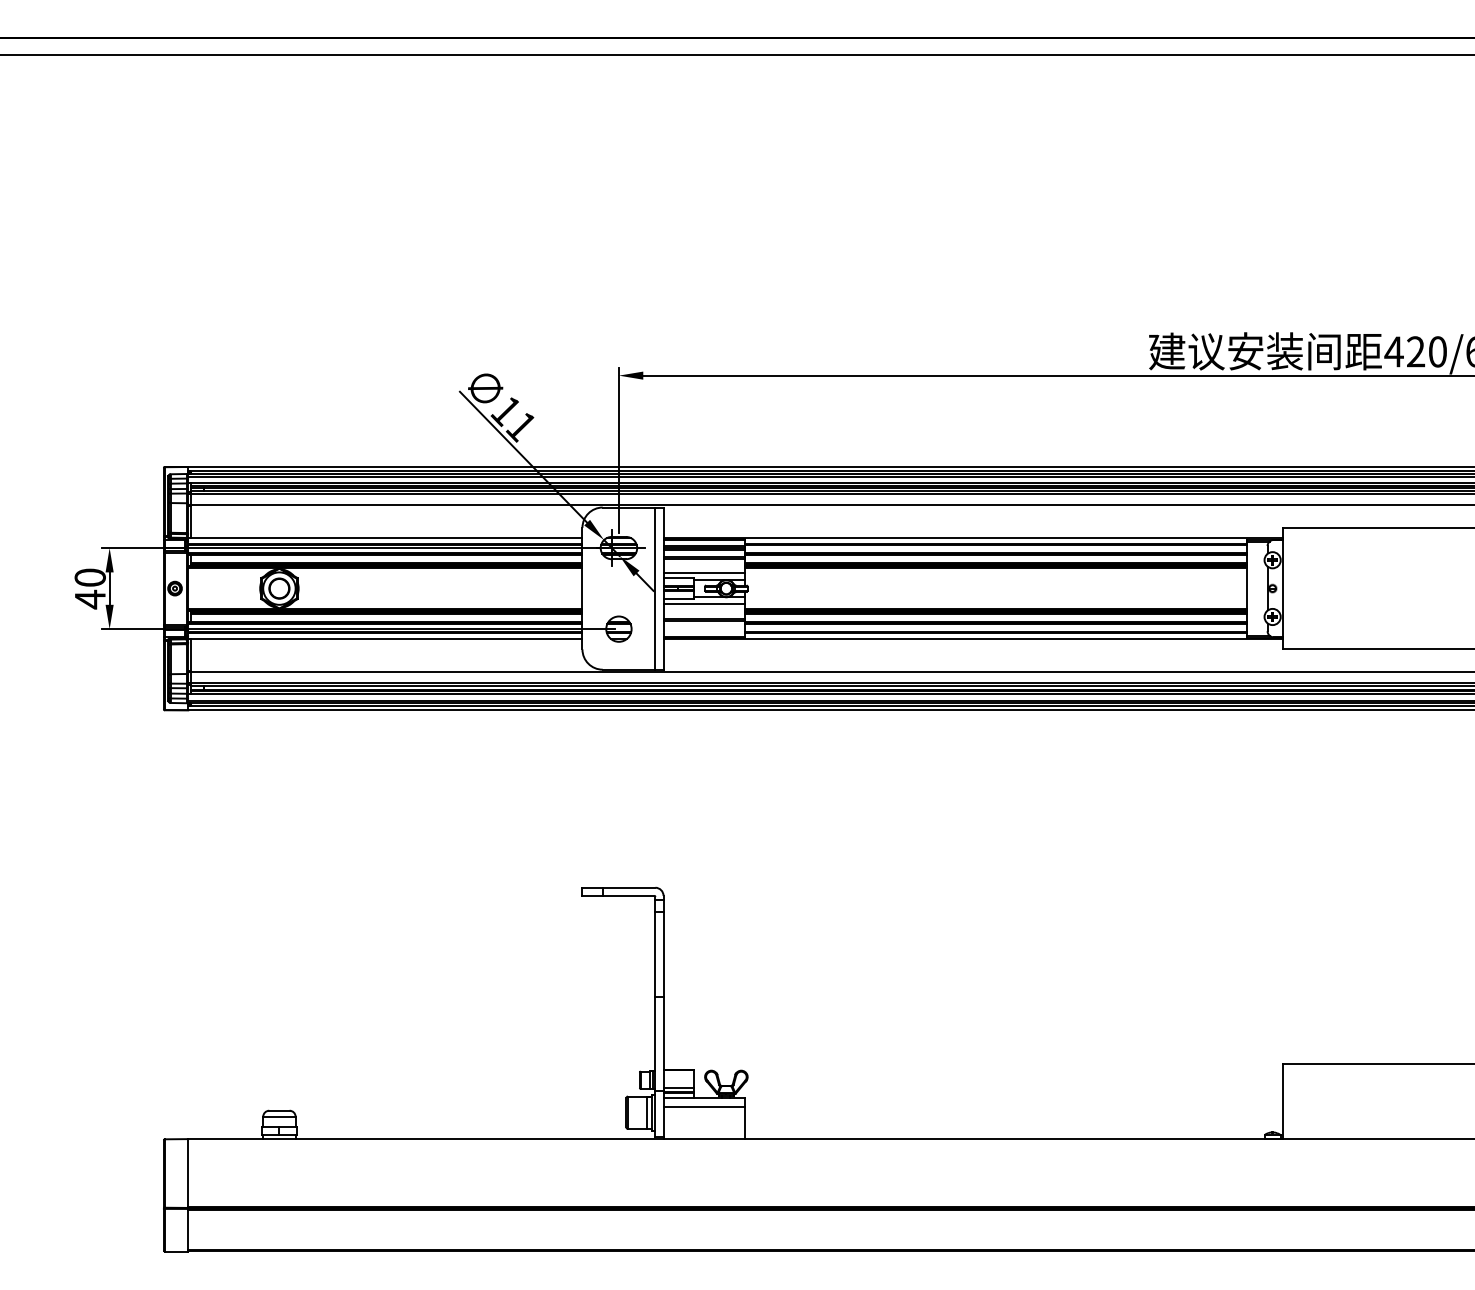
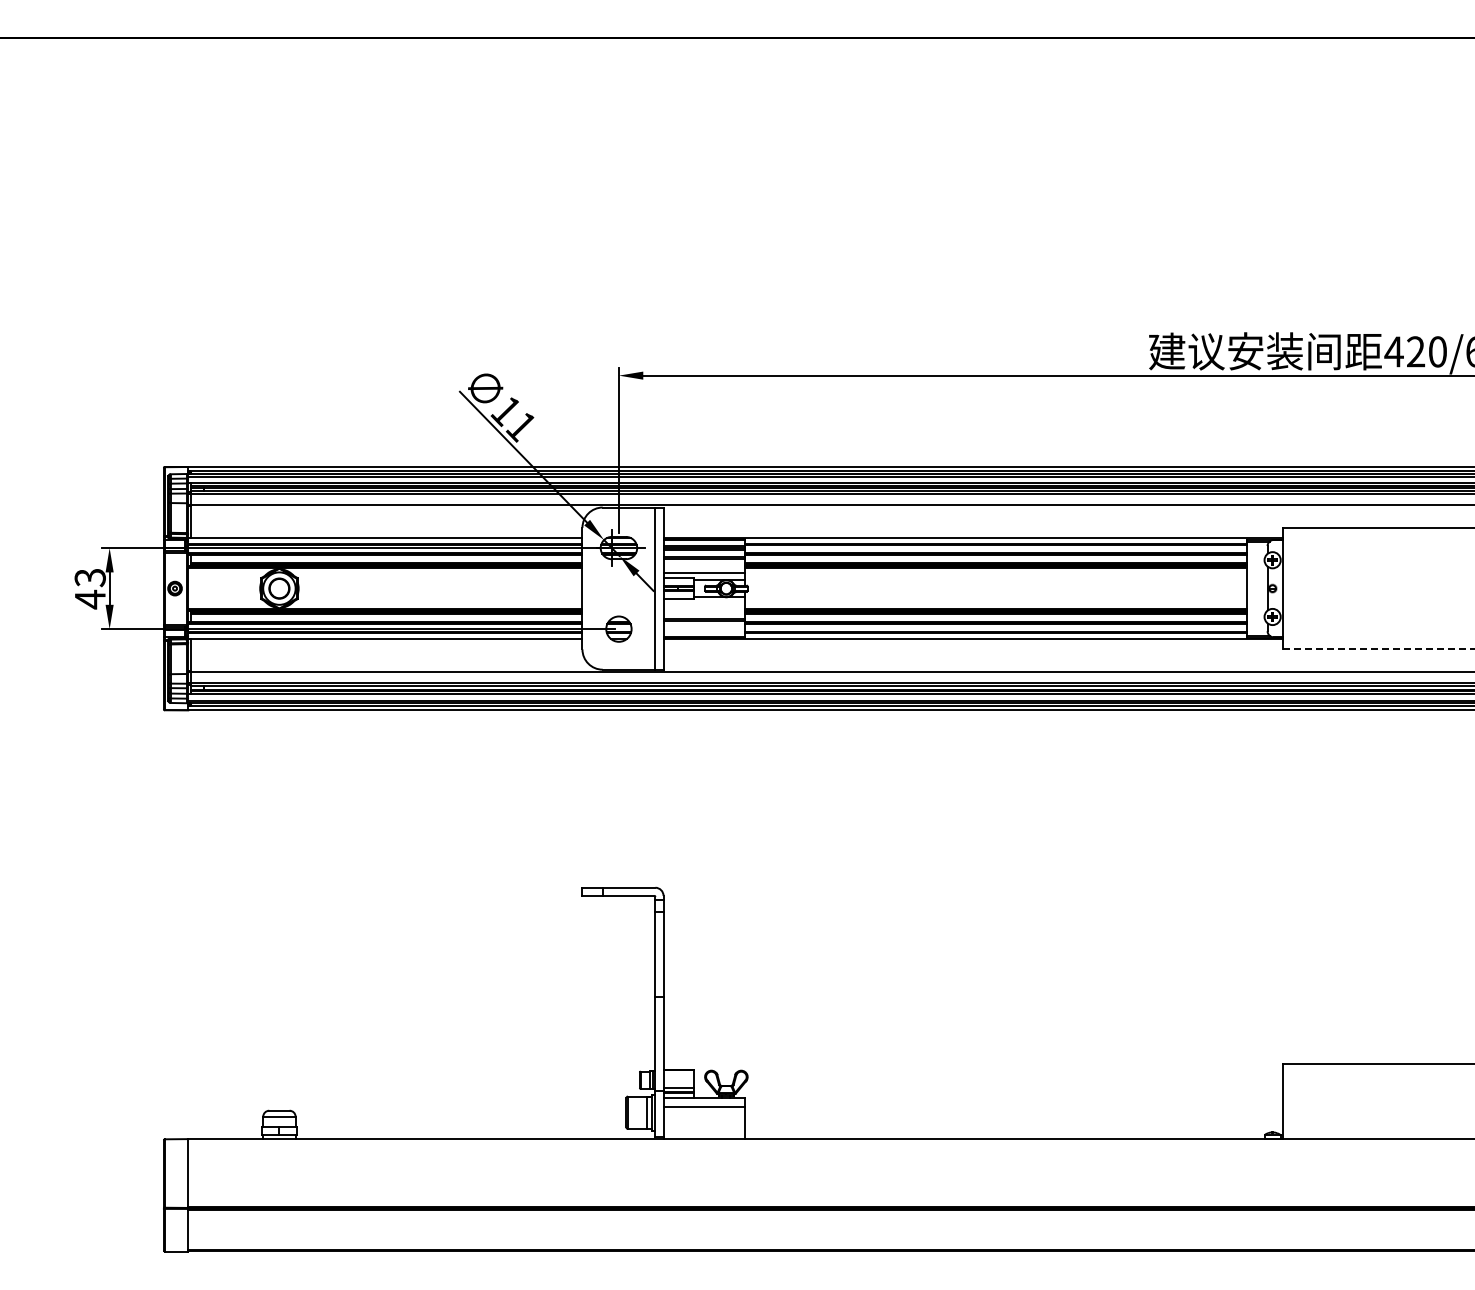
line at (736, 55): present -> none
text at (89, 577): 40 -> 43
line at (703, 604): present -> none
line at (1378, 649): solid -> dashed
